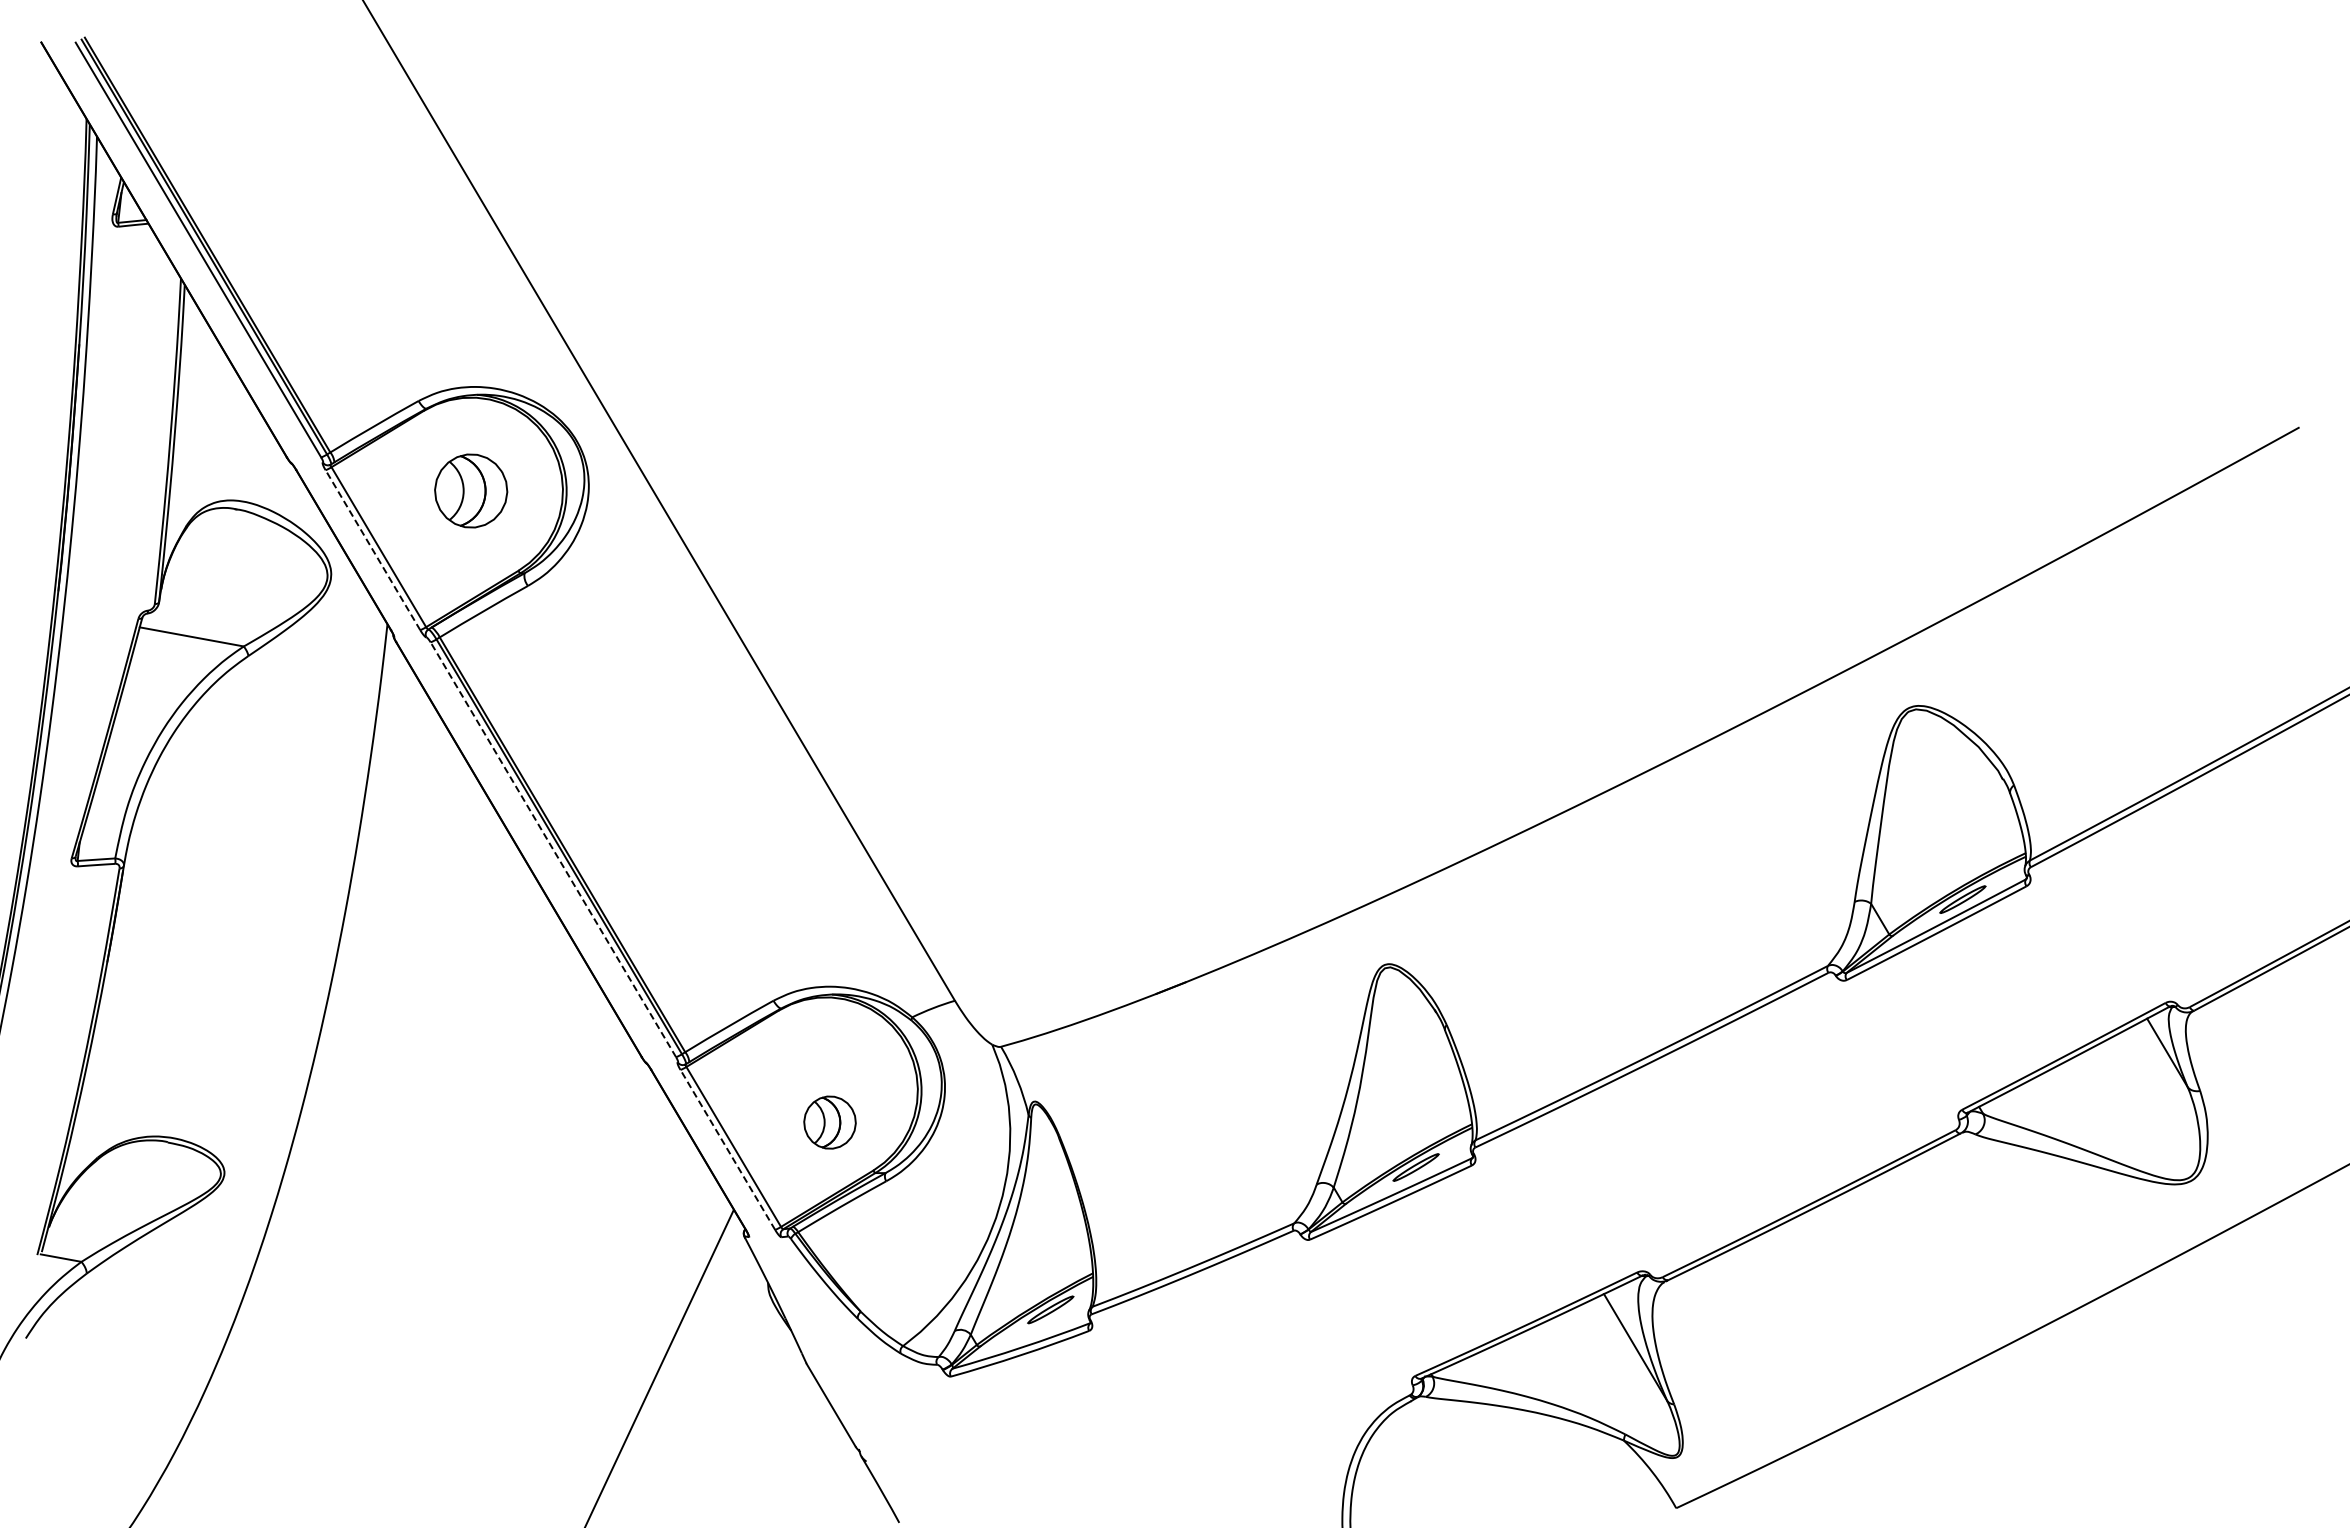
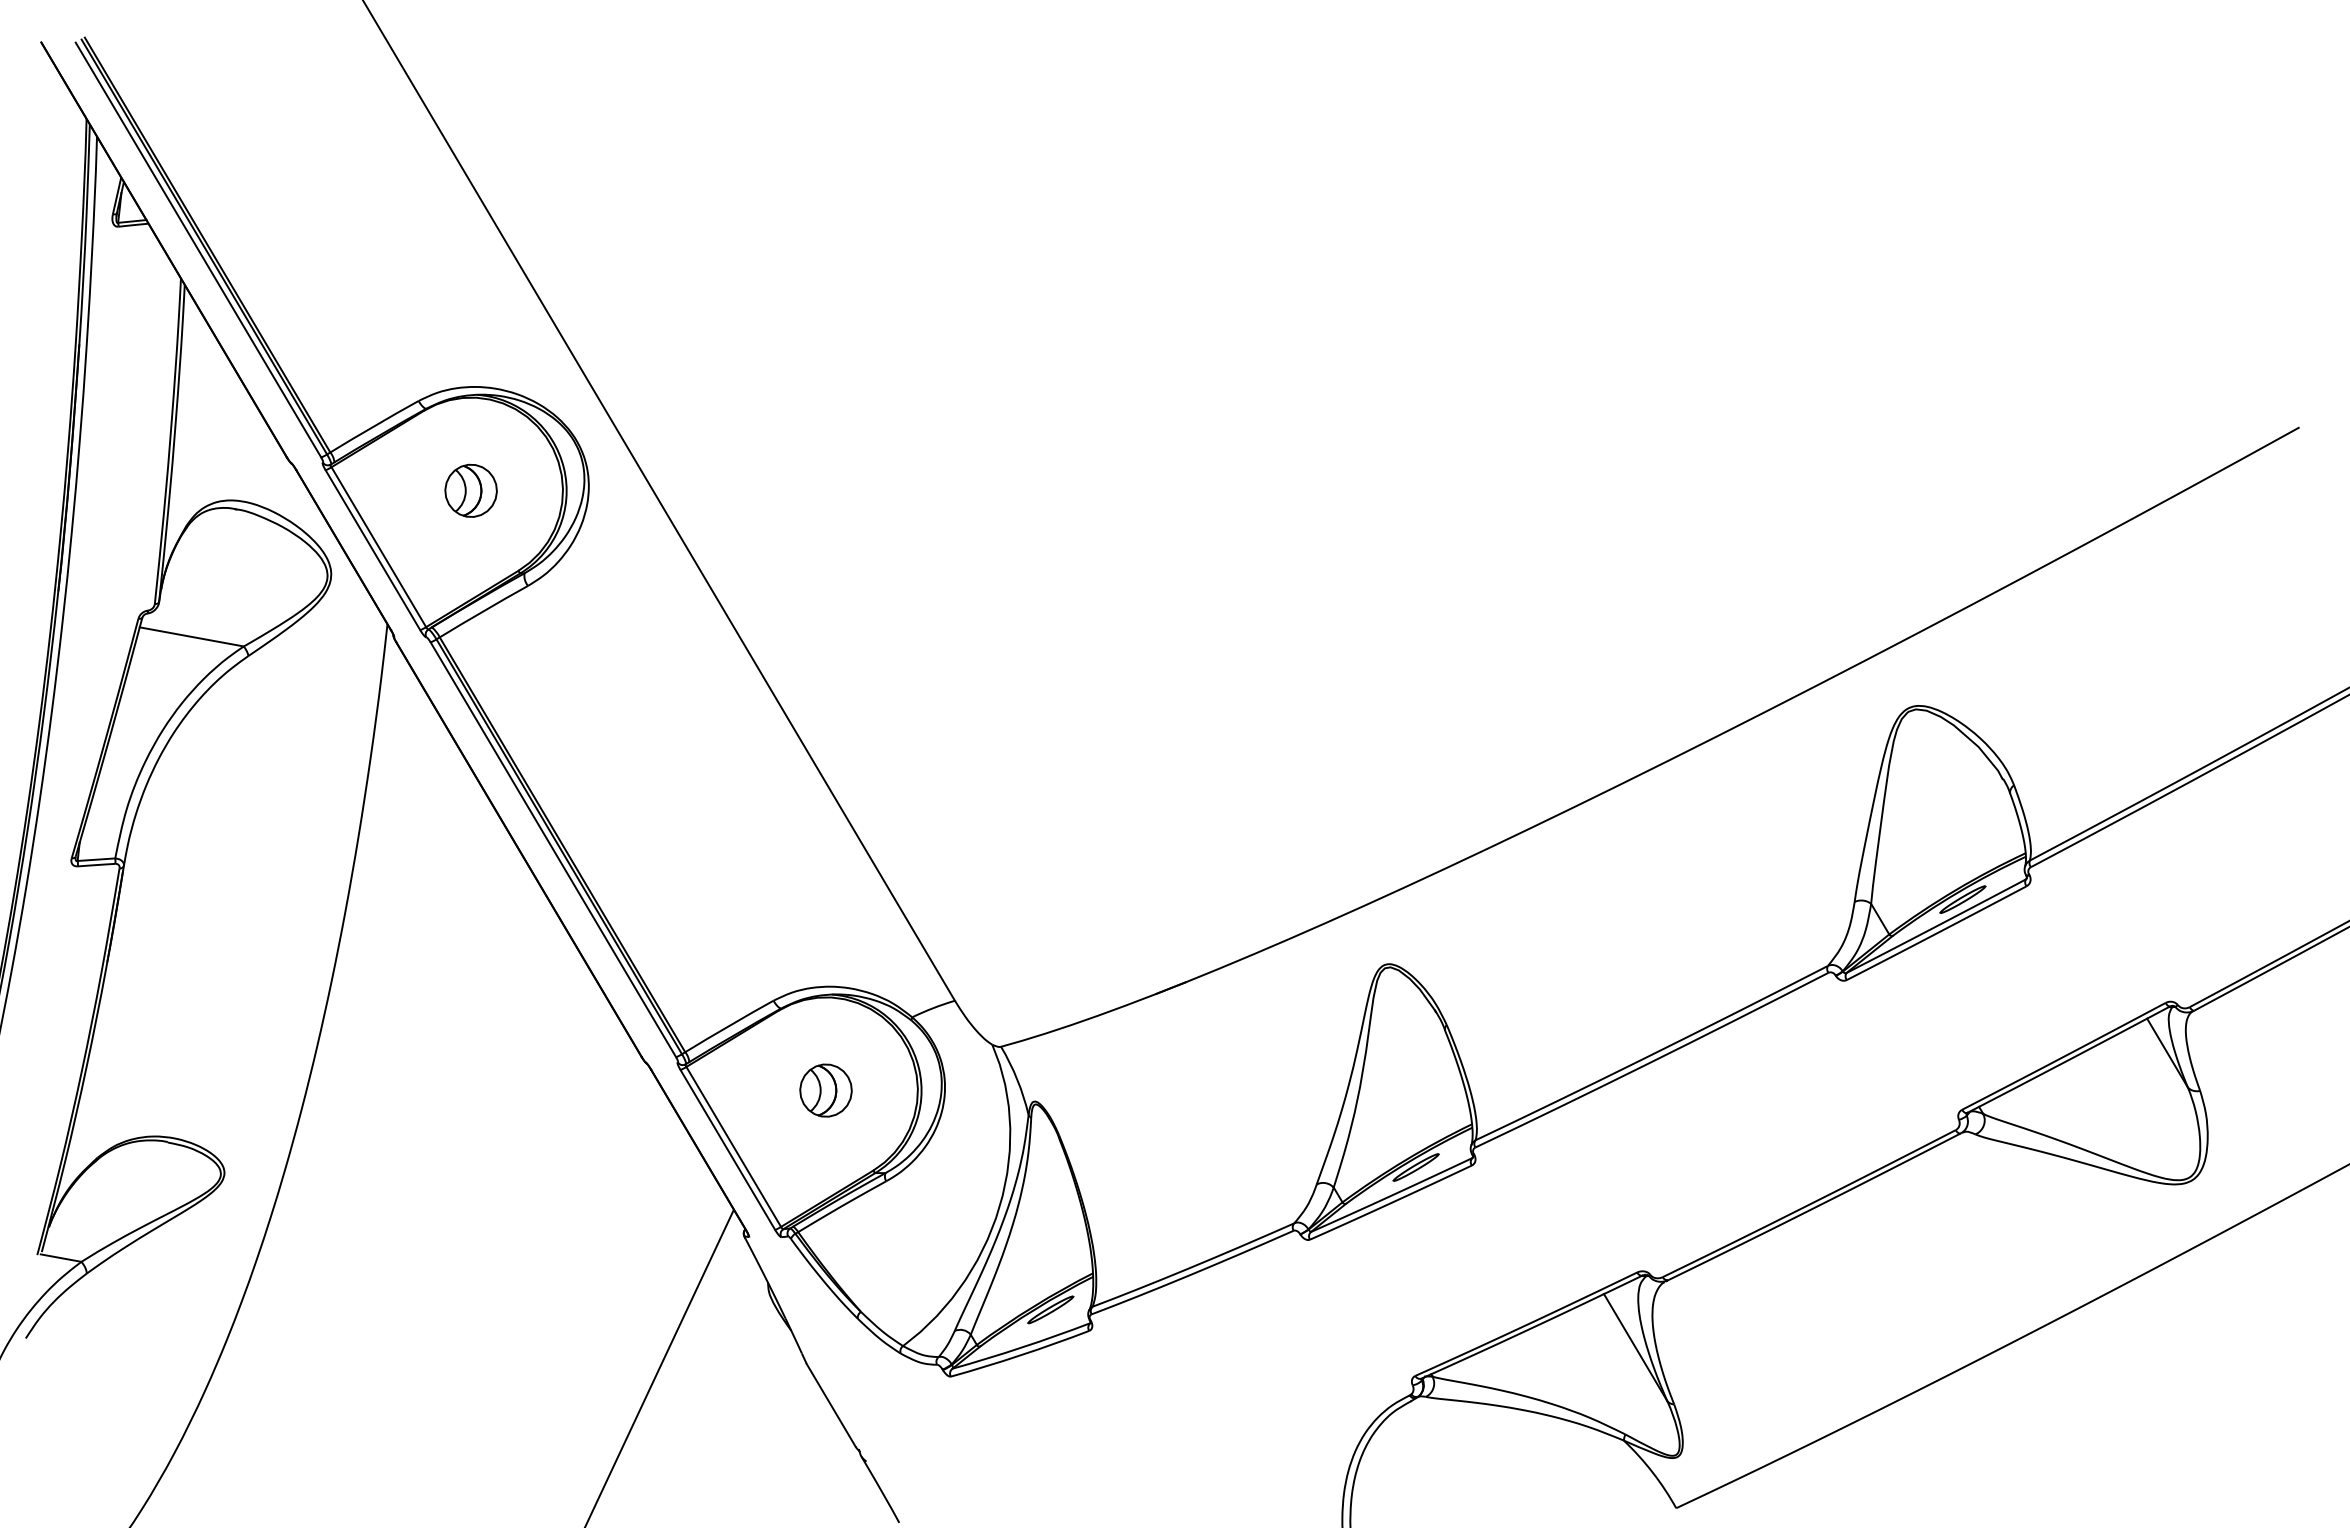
part at (471, 490) size: 75x76 px -> 54x55 px
line at (372, 550): dashed -> solid
line at (553, 849): dashed -> solid
part at (829, 1122) position: (829, 1122) -> (825, 1090)
line at (727, 1149): dashed -> solid
